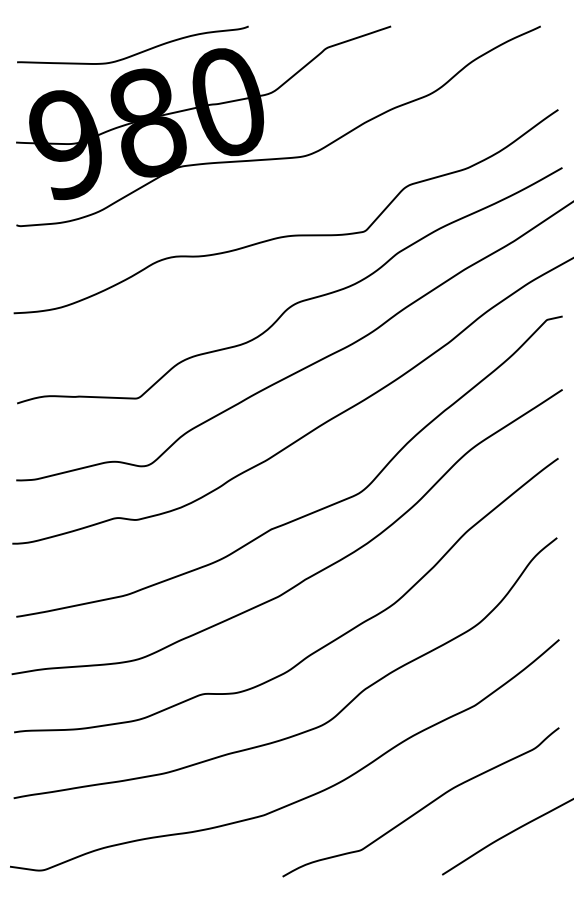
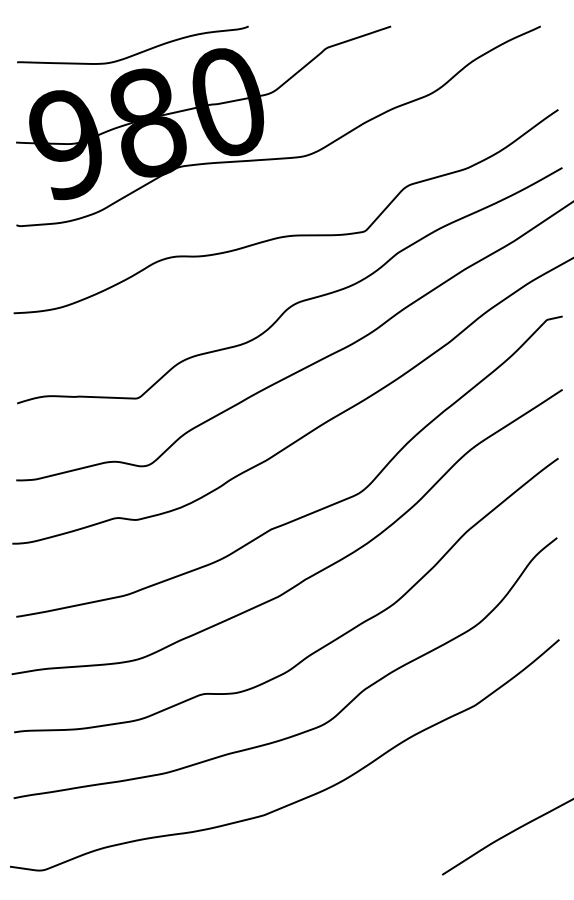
curve at (423, 806): present -> none
